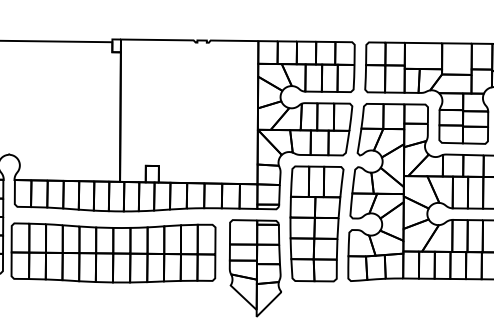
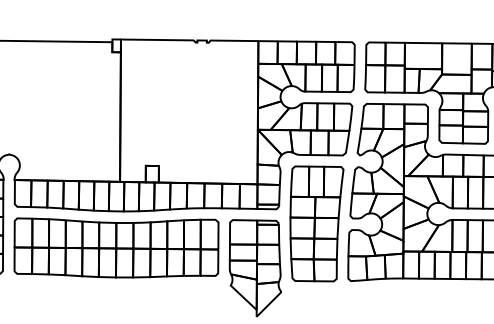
part at (113, 252) position: (113, 252) -> (116, 247)
